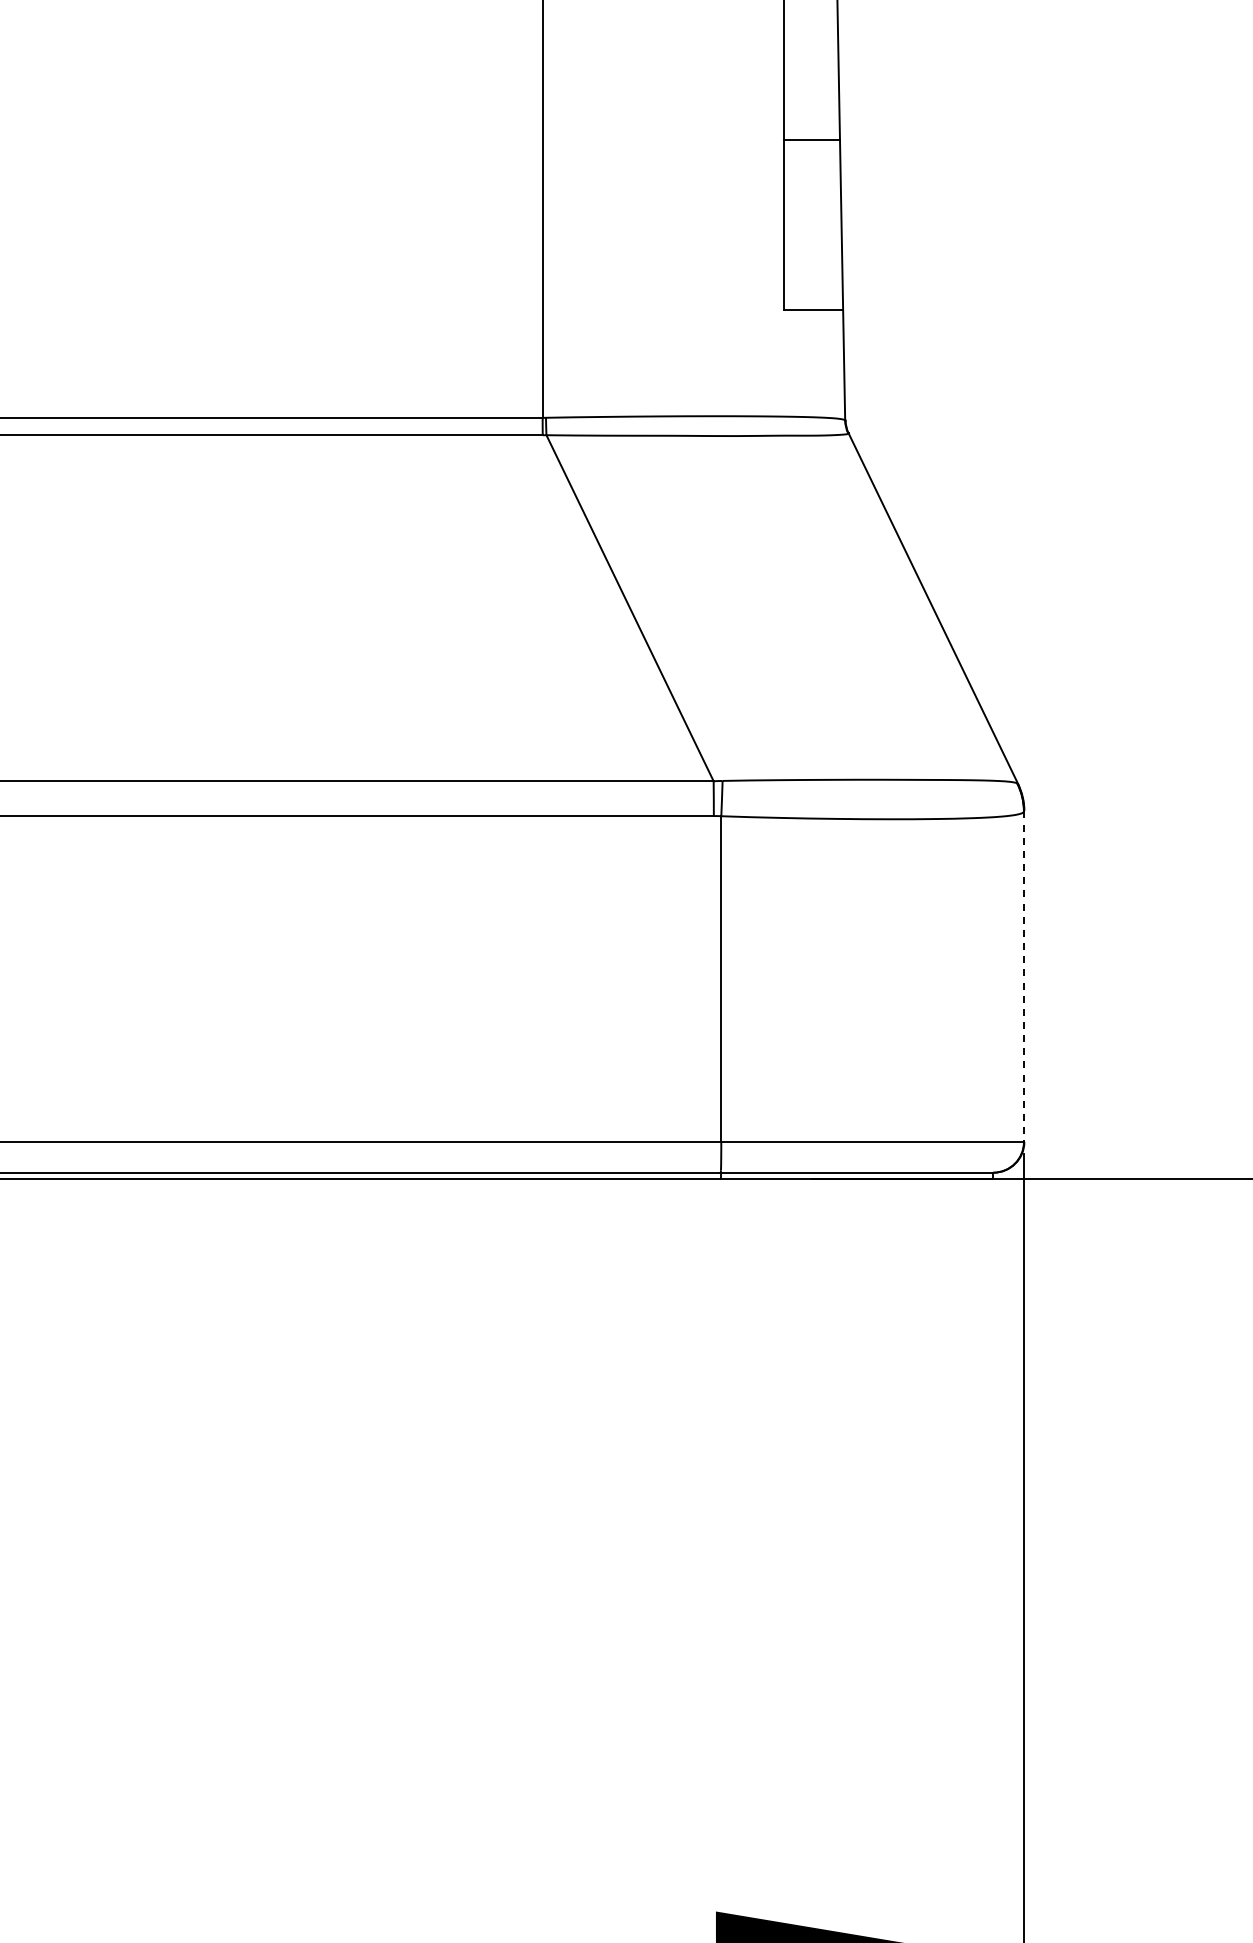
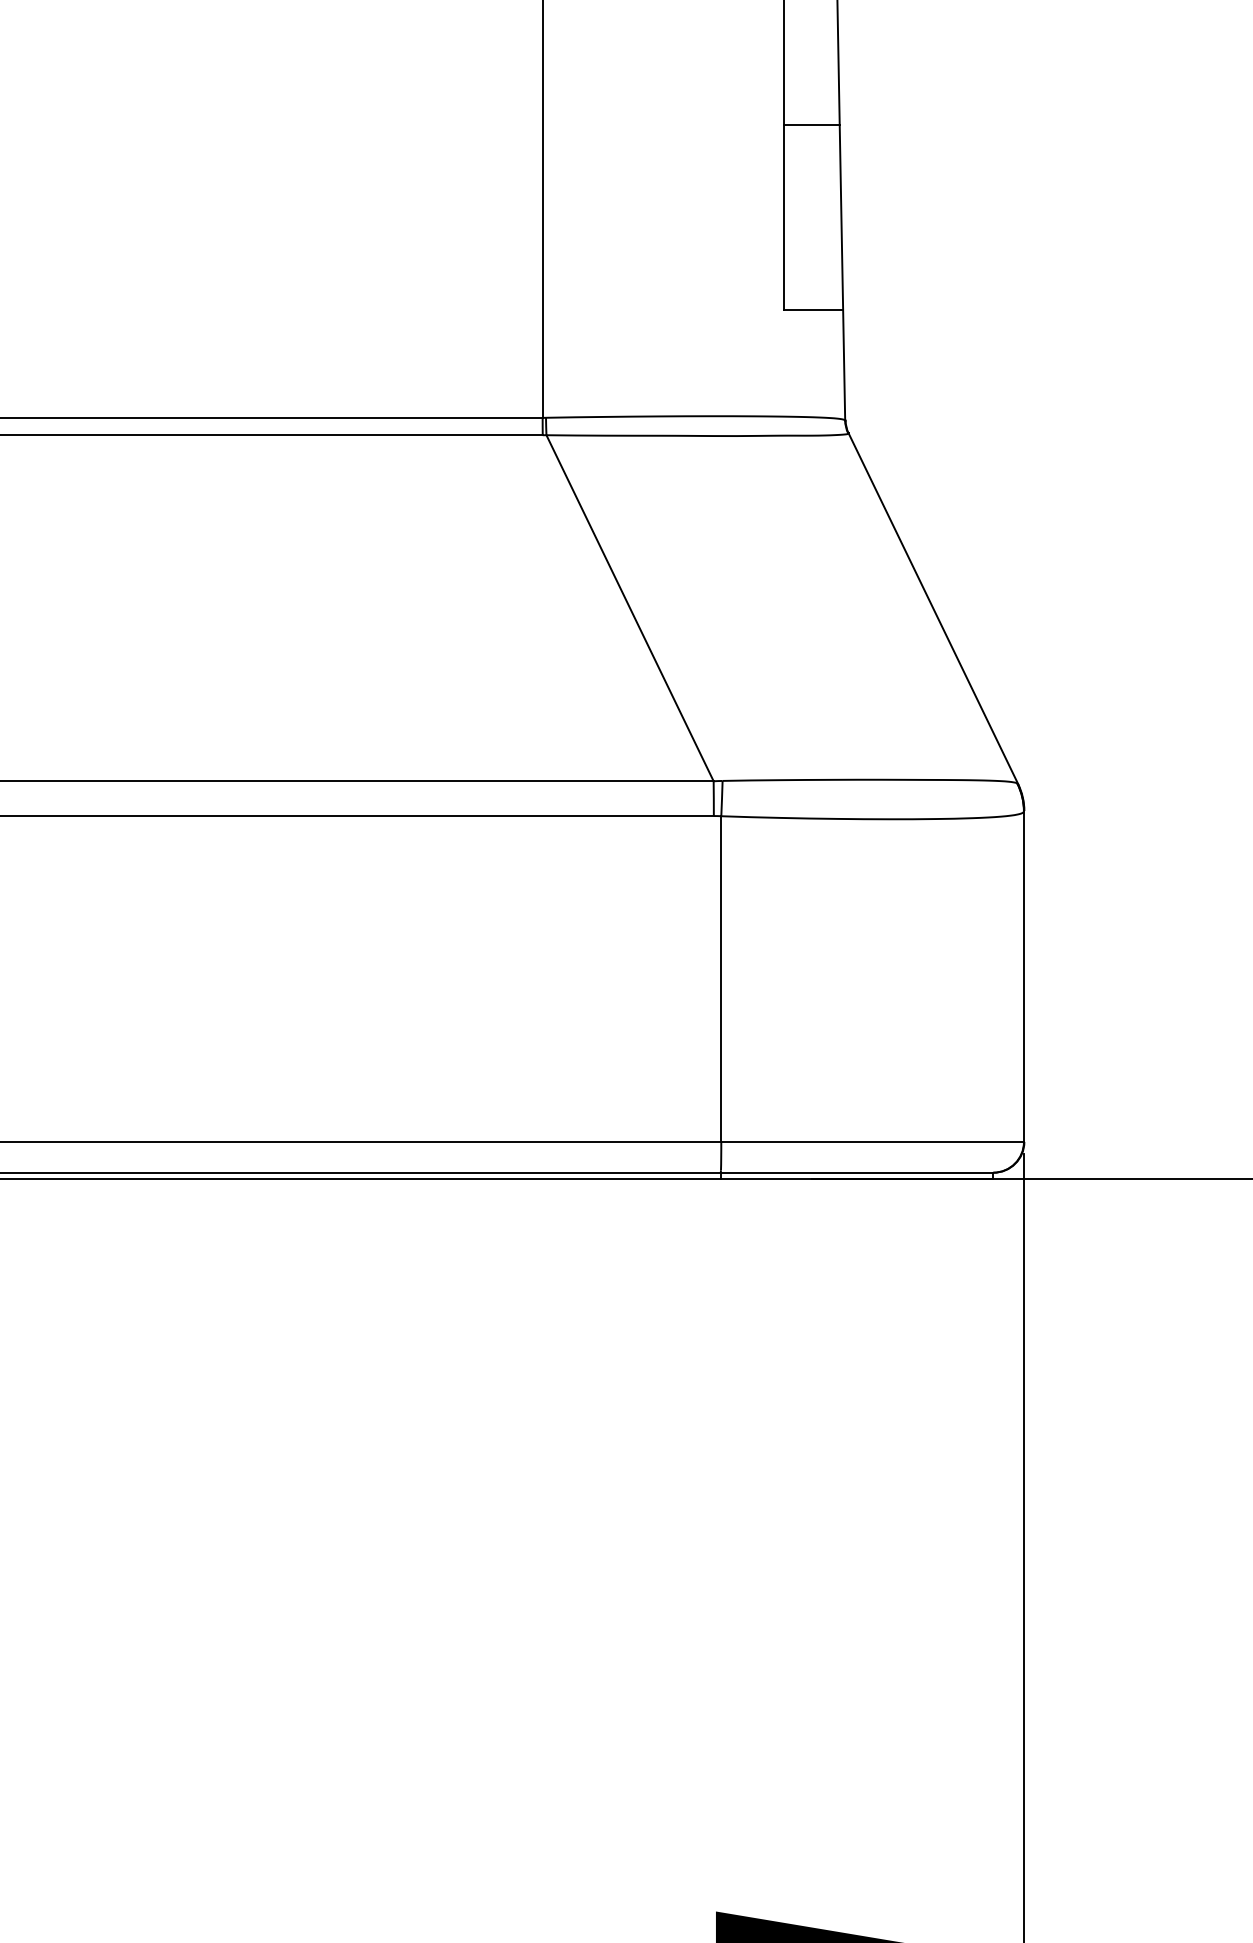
line at (811, 140) position: (811, 140) -> (811, 125)
line at (1023, 977): dashed -> solid
